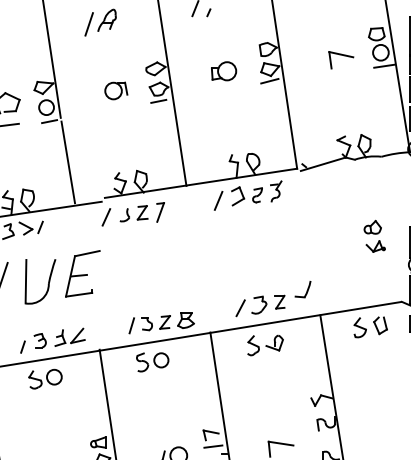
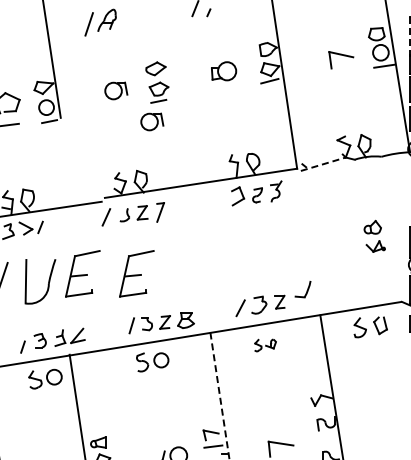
line at (410, 36): solid -> dashed
line at (172, 93): present -> none
part at (152, 121): none -> present
line at (68, 162): present -> none
line at (323, 164): solid -> dashed
line at (218, 200): present -> none
part at (136, 273): none -> present
part at (265, 345) size: 37x23 px -> 23x15 px
line at (220, 396): solid -> dashed
line at (107, 402) position: (107, 402) -> (77, 405)
